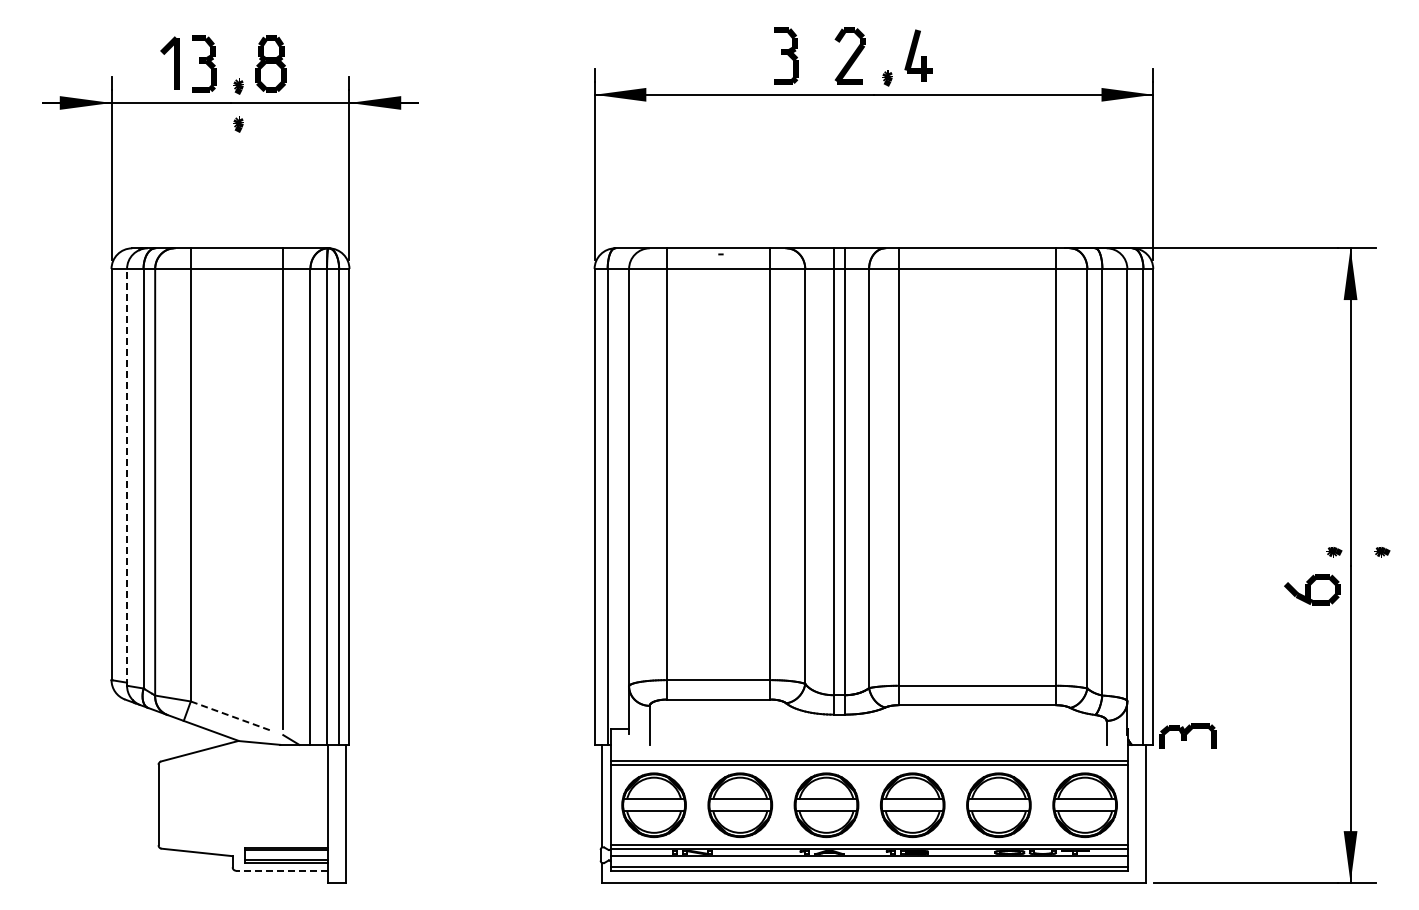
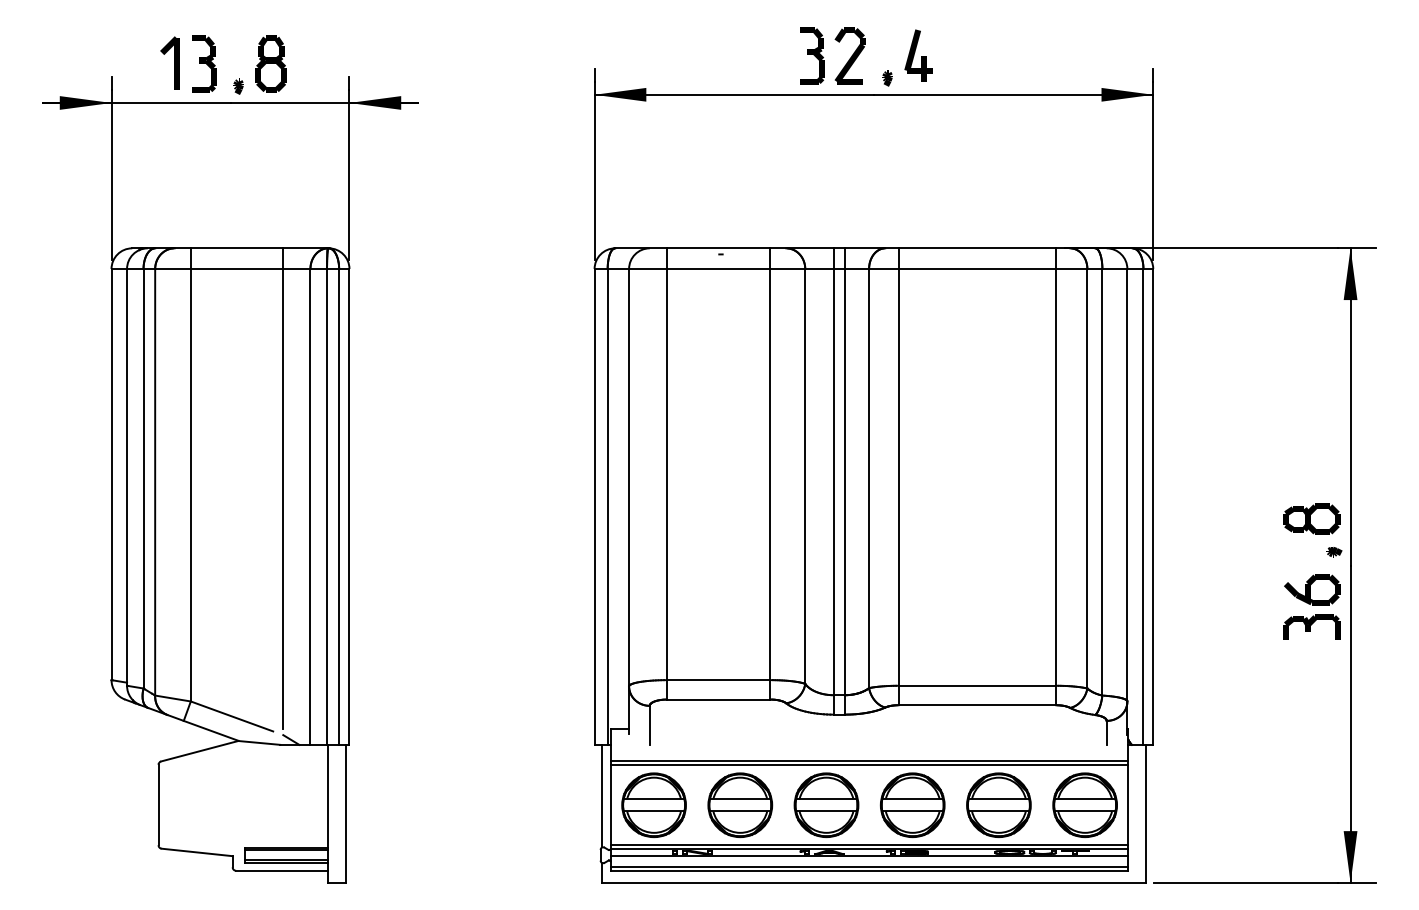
part at (786, 55) position: (786, 55) -> (812, 55)
part at (238, 124): present -> none
line at (127, 476): dashed -> solid
part at (1311, 518): none -> present
part at (1382, 552): present -> none
line at (232, 716): dashed -> solid
part at (1187, 735) position: (1187, 735) -> (1311, 626)
line at (281, 870): dashed -> solid
